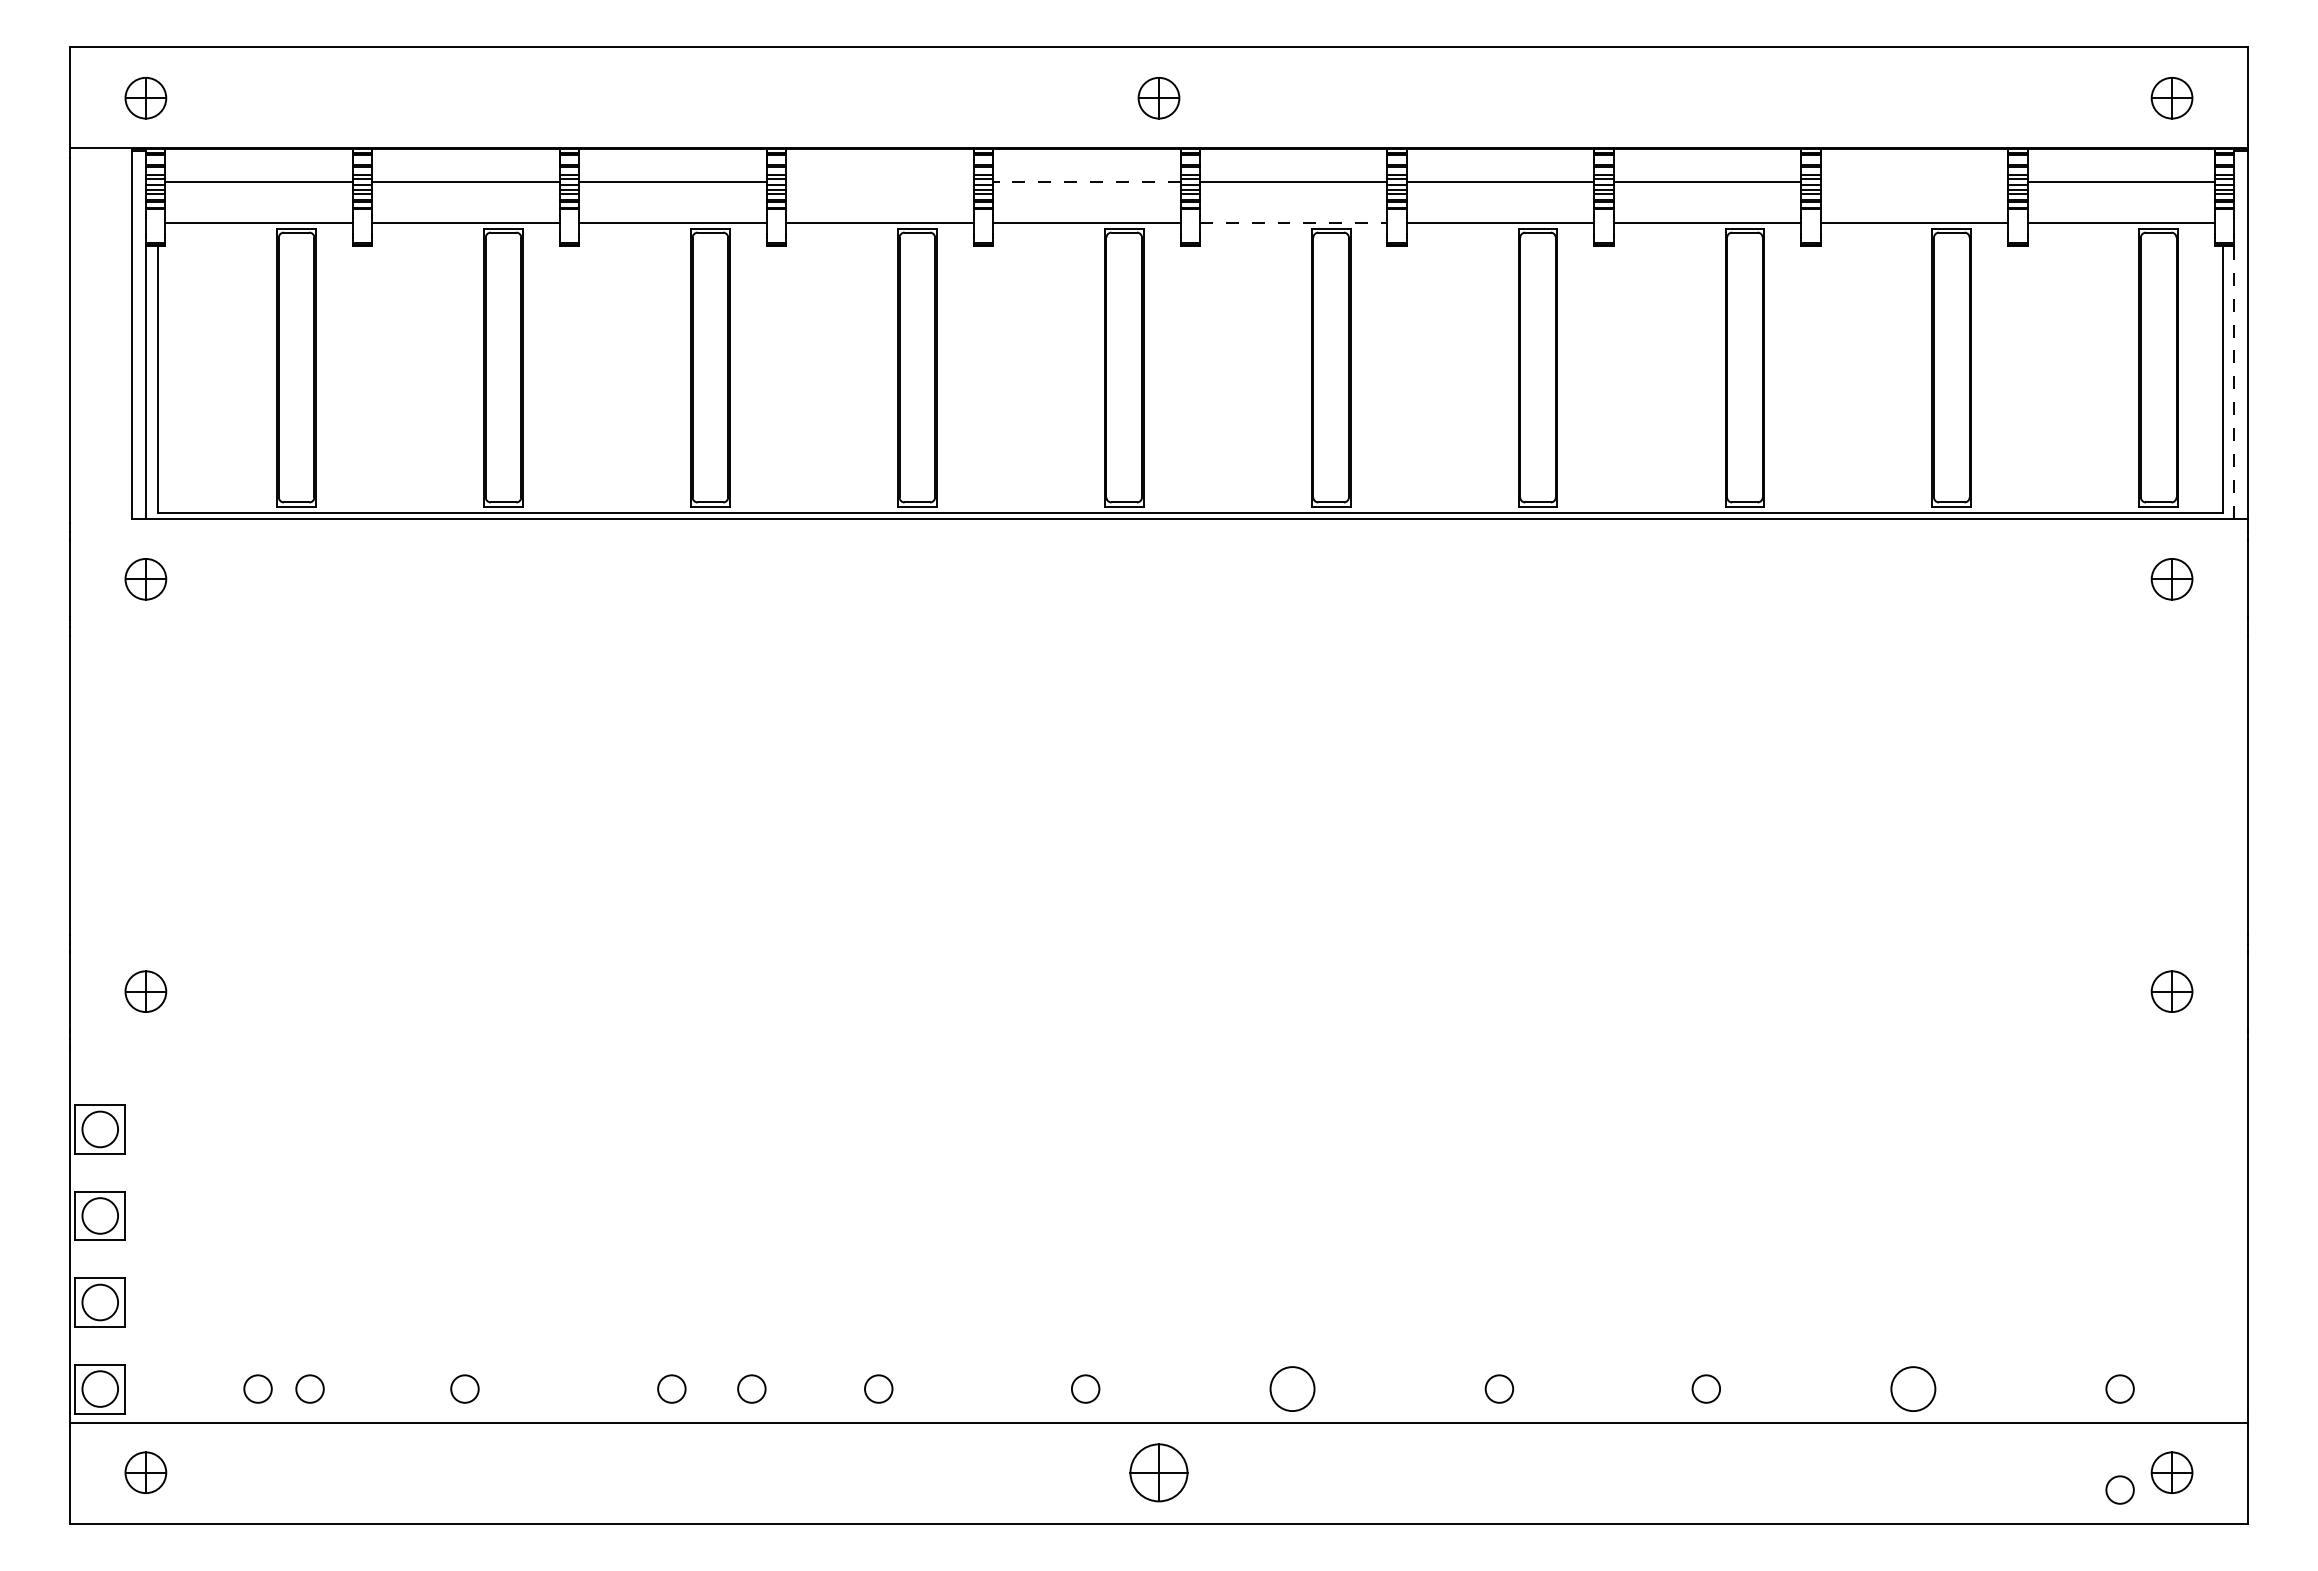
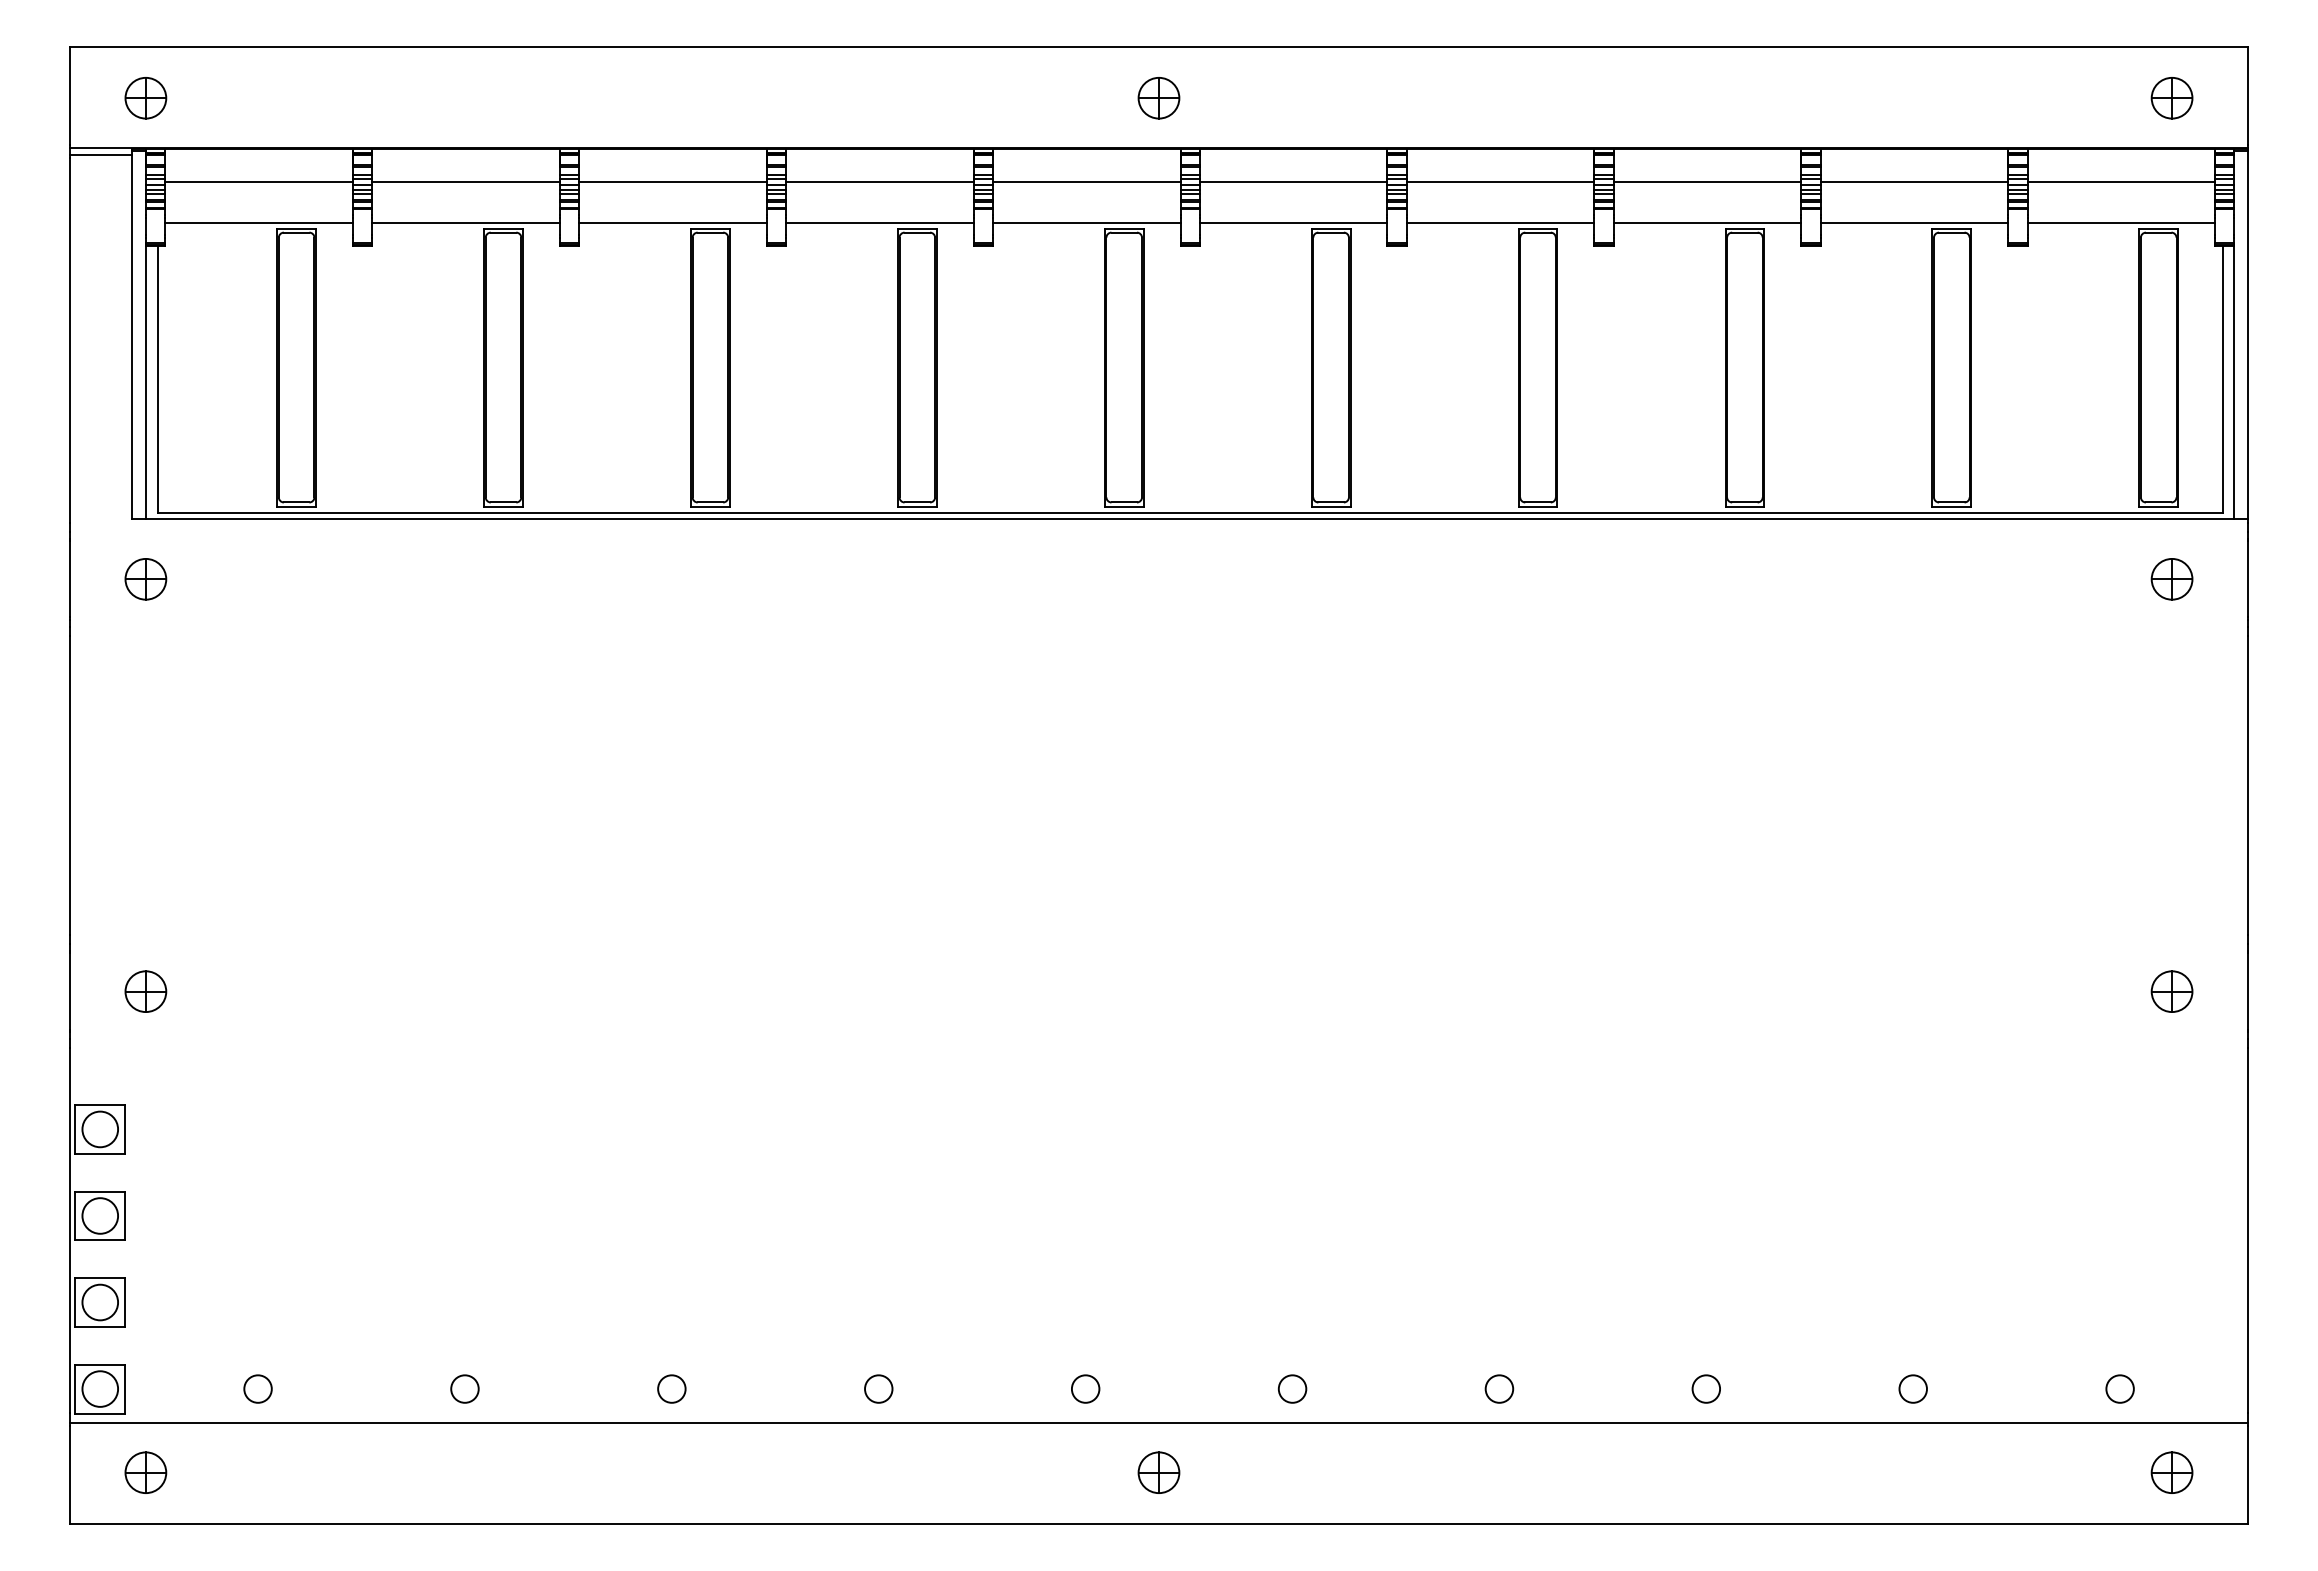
line at (100, 155): none -> present
line at (879, 181): none -> present
line at (1086, 181): dashed -> solid
line at (1914, 181): none -> present
line at (1293, 223): dashed -> solid
line at (2234, 382): dashed -> solid
circle at (309, 1388): present -> none
circle at (751, 1388): present -> none
circle at (1913, 1388) size: 47x46 px -> 30x30 px
circle at (1292, 1389) diameter: 44 px -> 27 px
part at (1158, 1472) size: 60x60 px -> 44x43 px
circle at (2119, 1489): present -> none
